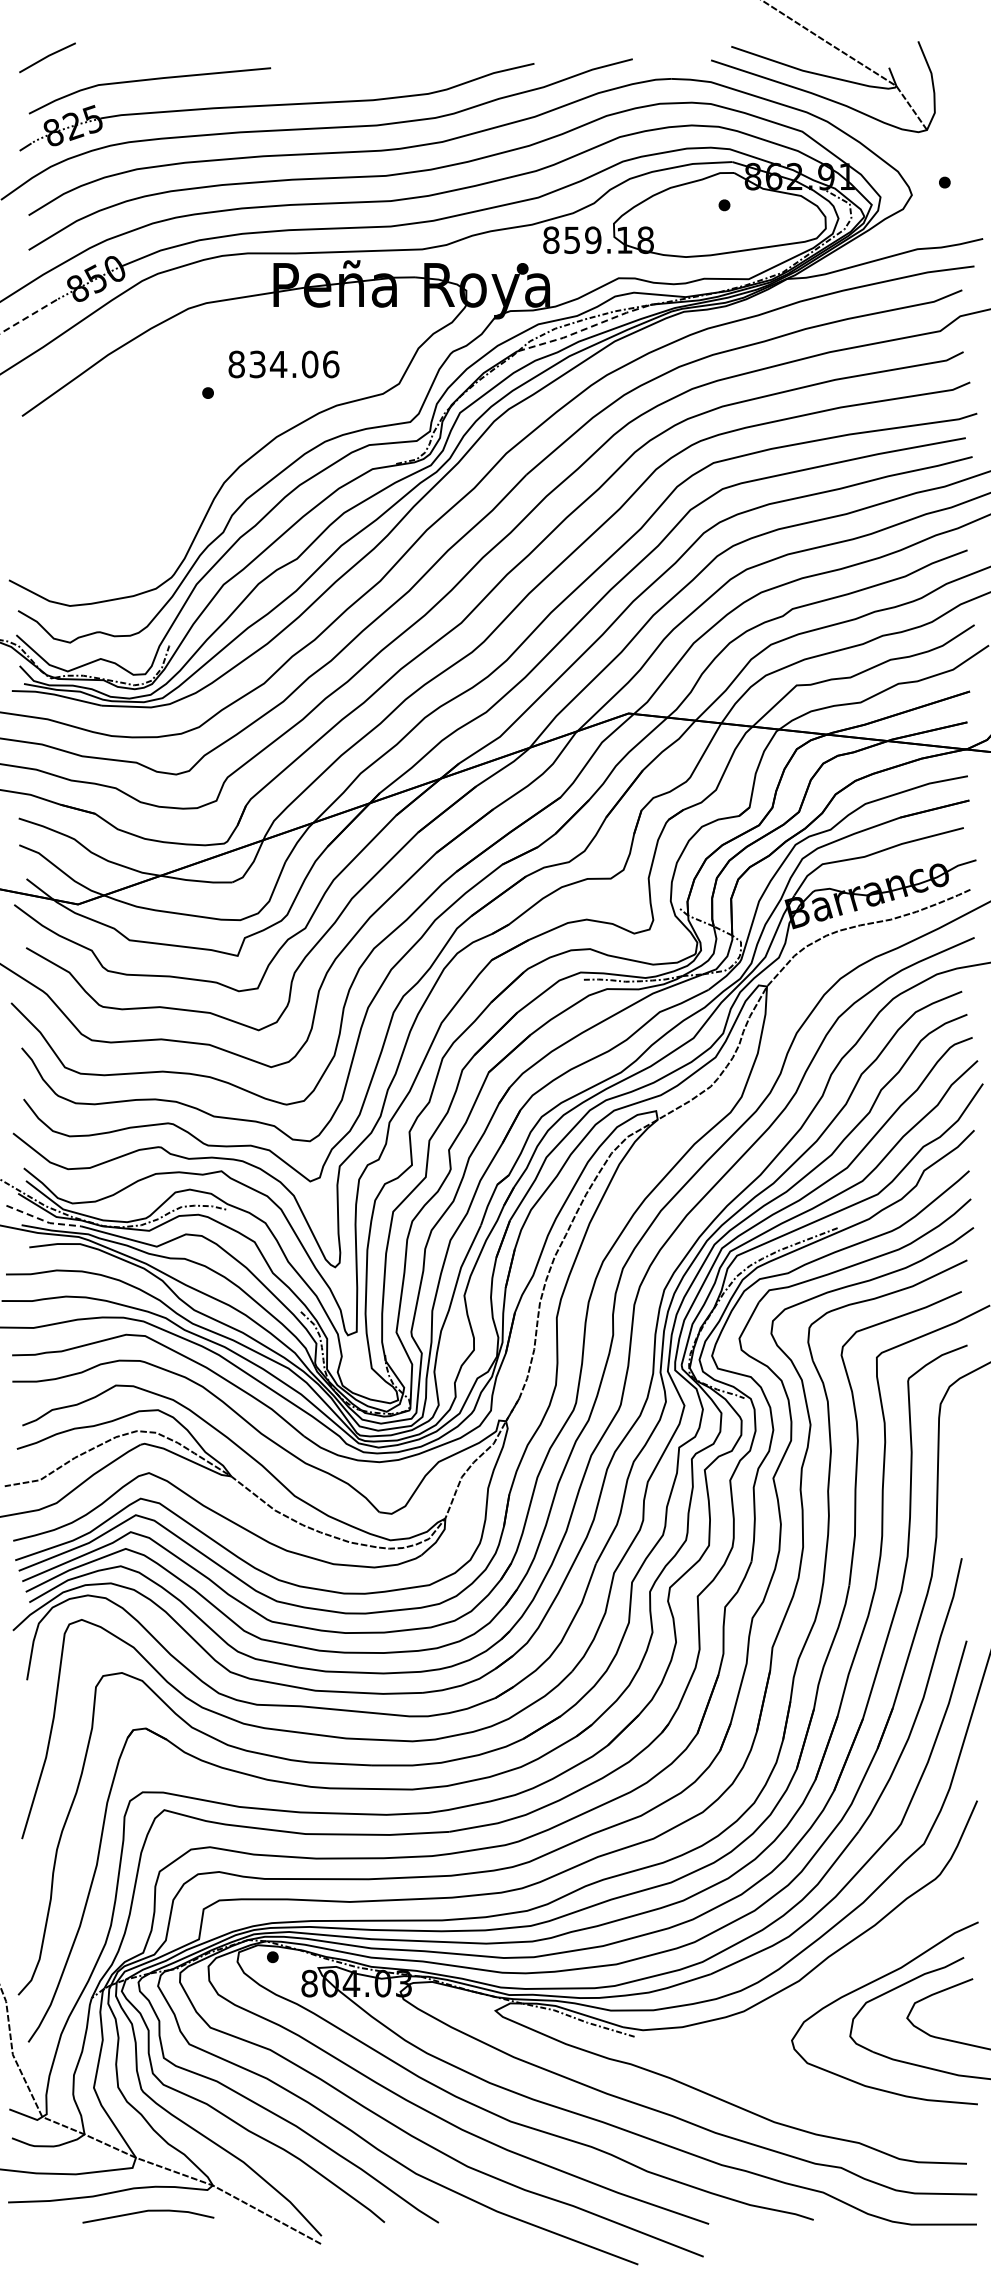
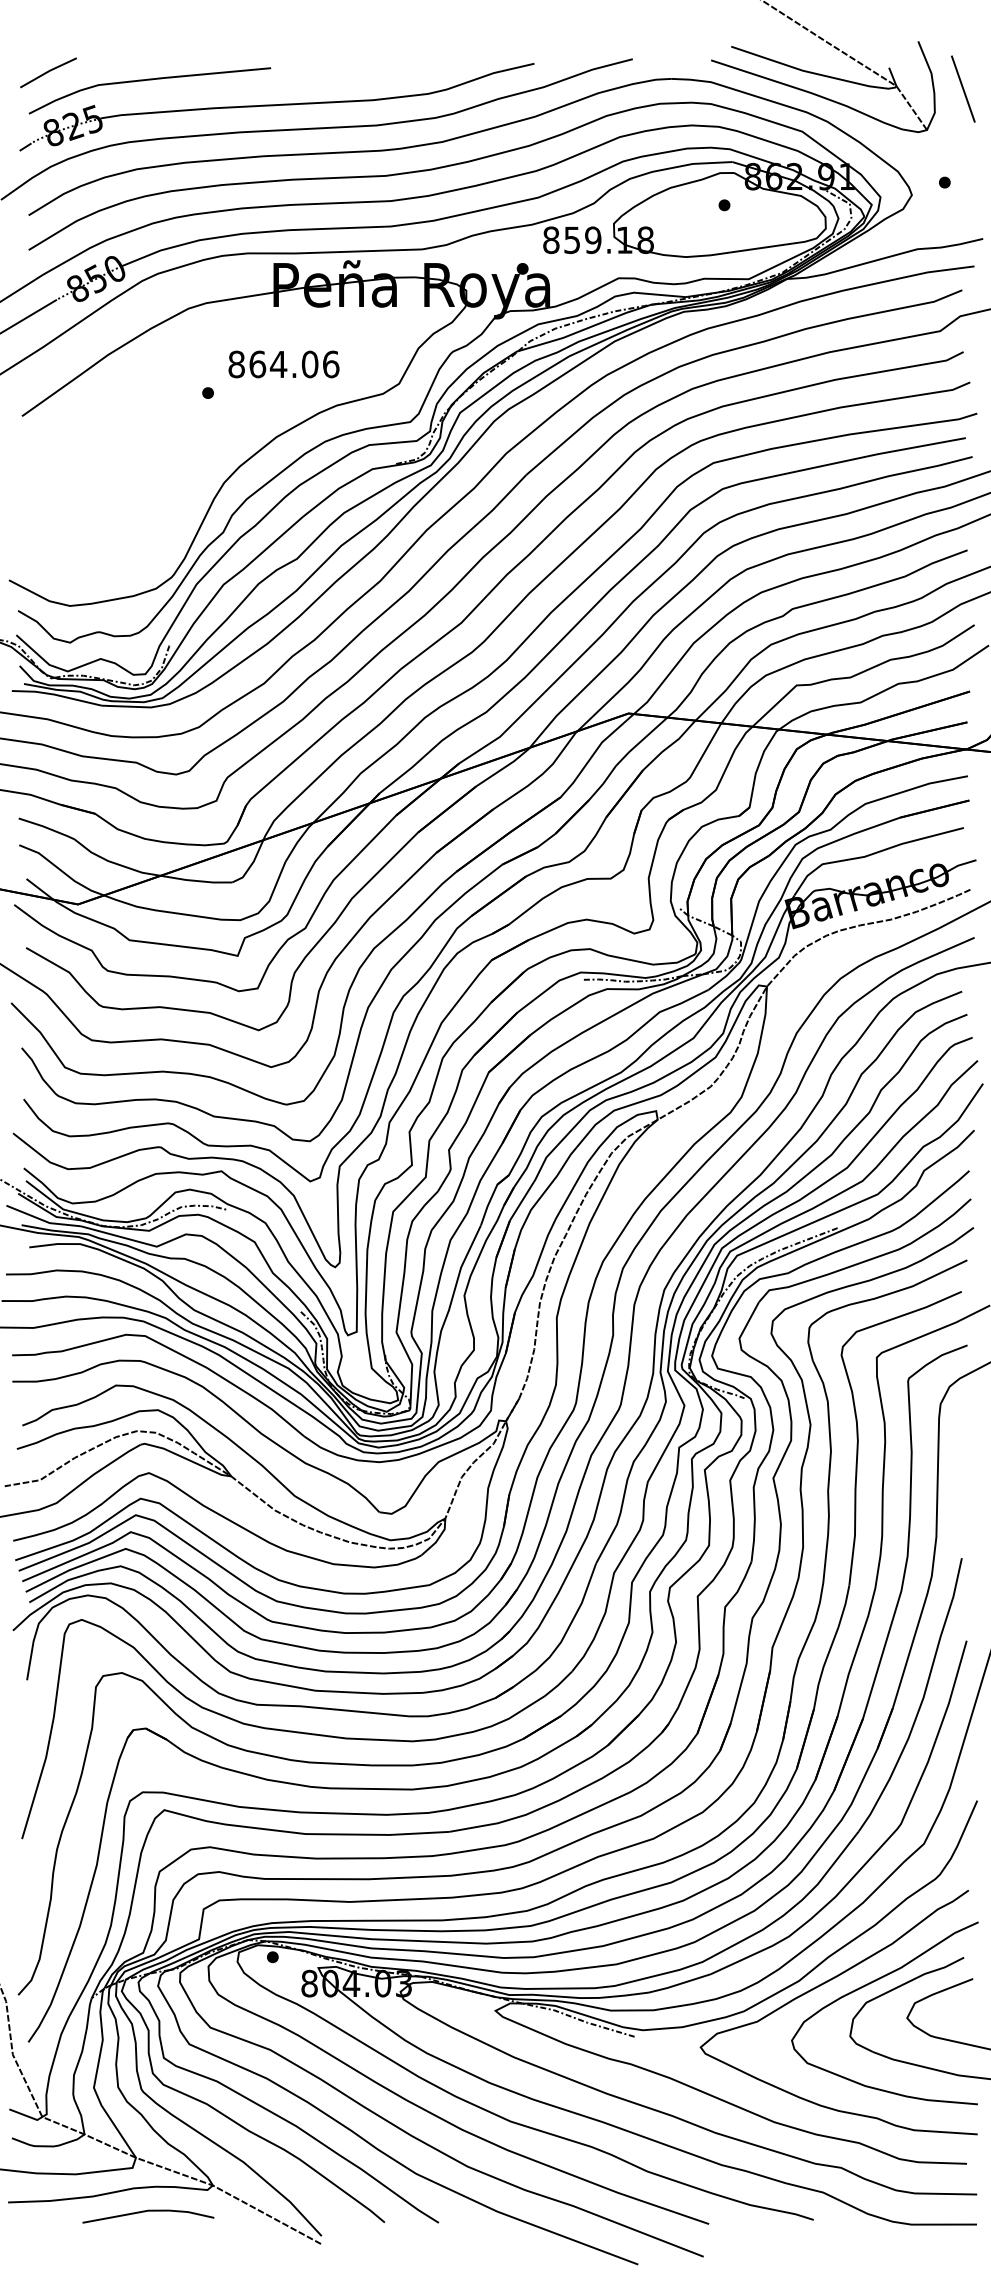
line at (47, 57) position: (47, 57) -> (48, 72)
line at (963, 88): none -> present
line at (28, 316): dashed -> solid
line at (585, 329): dashed -> solid
text at (257, 364): 834.06 -> 864.06
line at (43, 1220): dashed -> solid
curve at (824, 1984): none -> present
